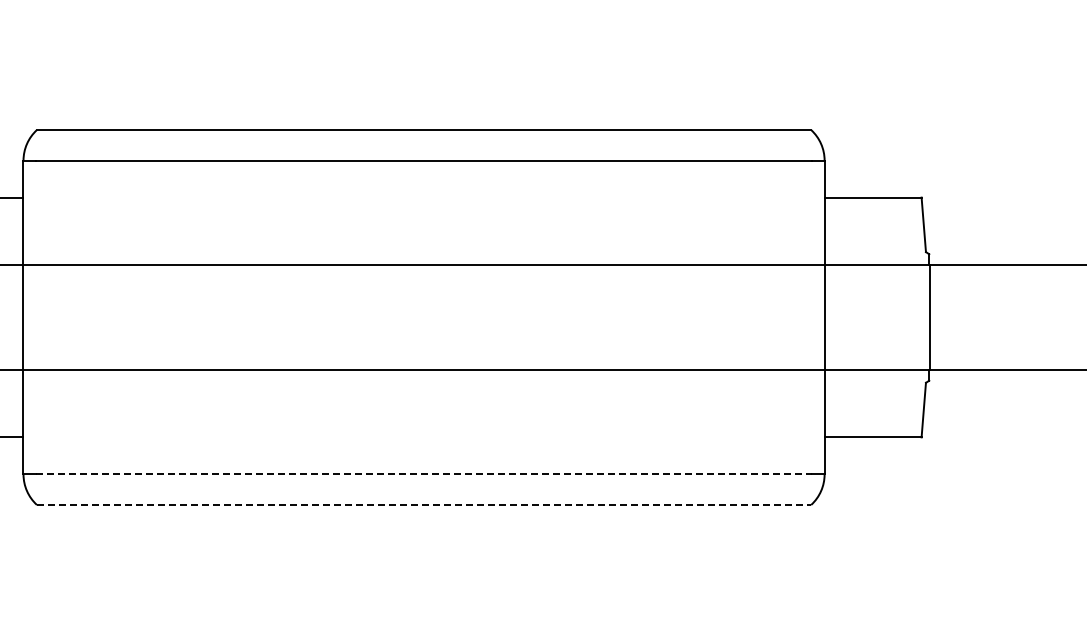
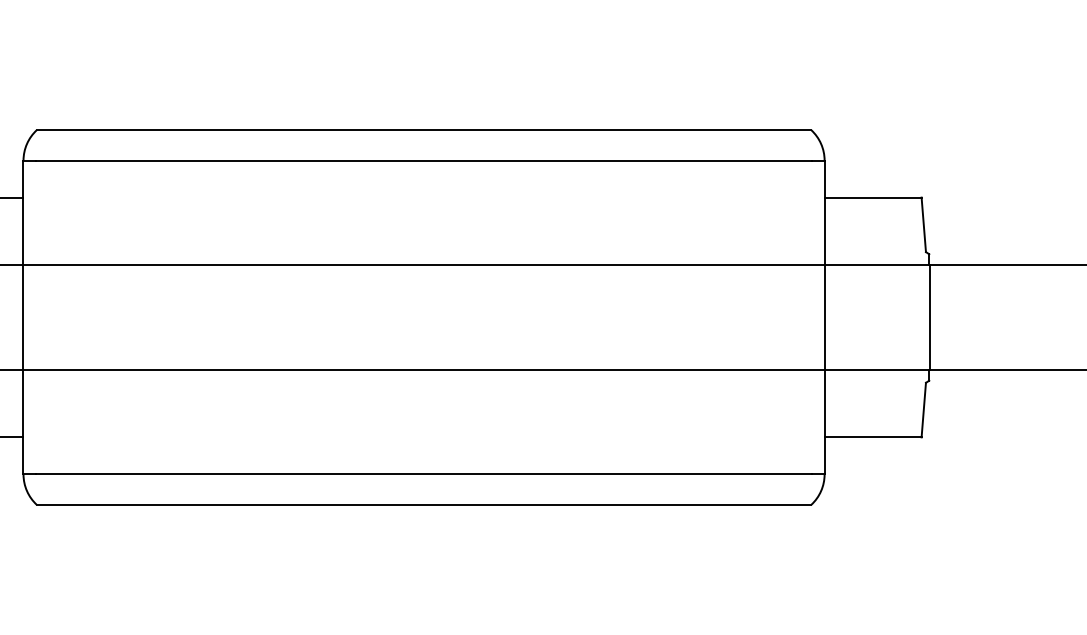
line at (424, 473): dashed -> solid
line at (424, 504): dashed -> solid
